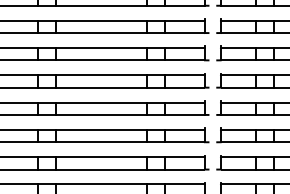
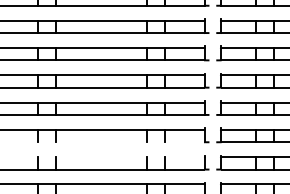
line at (103, 142): present -> none
line at (103, 157): present -> none
